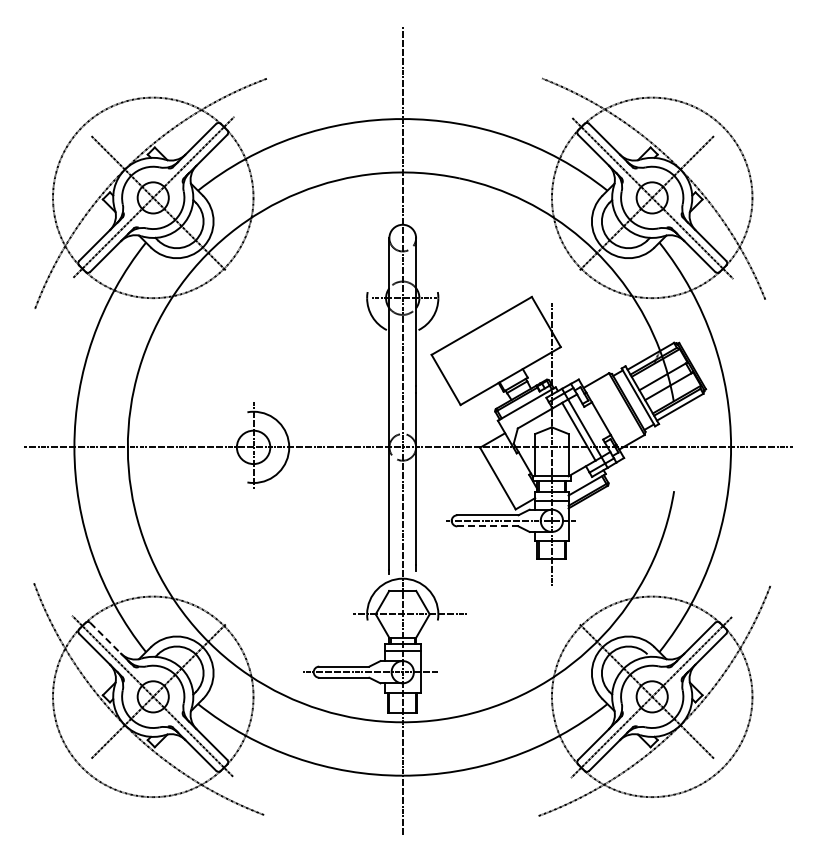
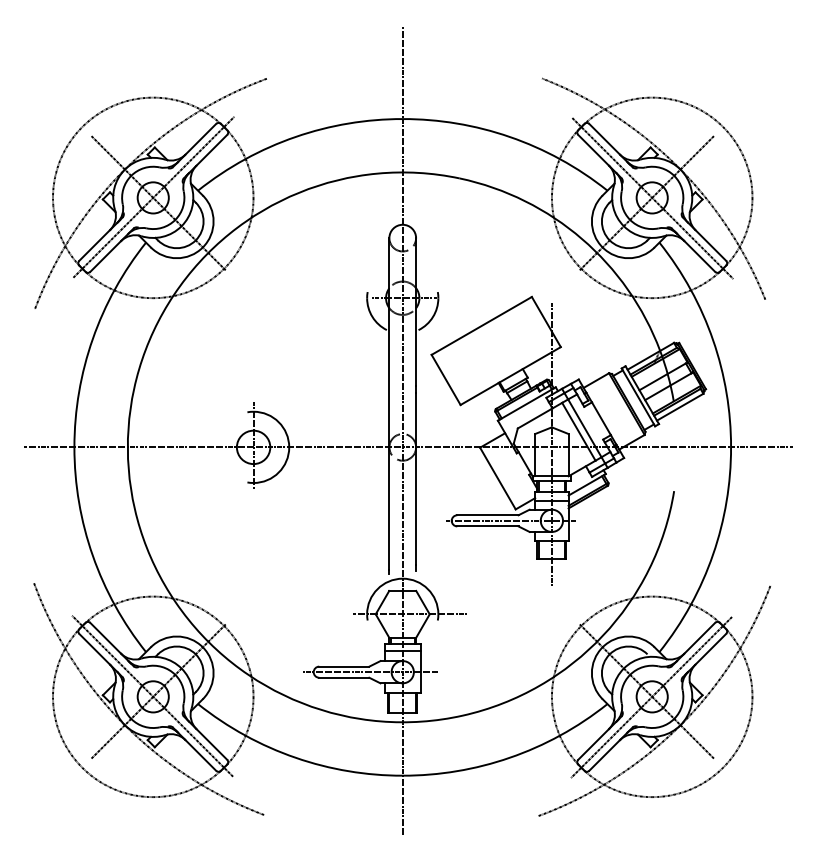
line at (487, 526): dashed -> solid
line at (105, 638): dashed -> solid
